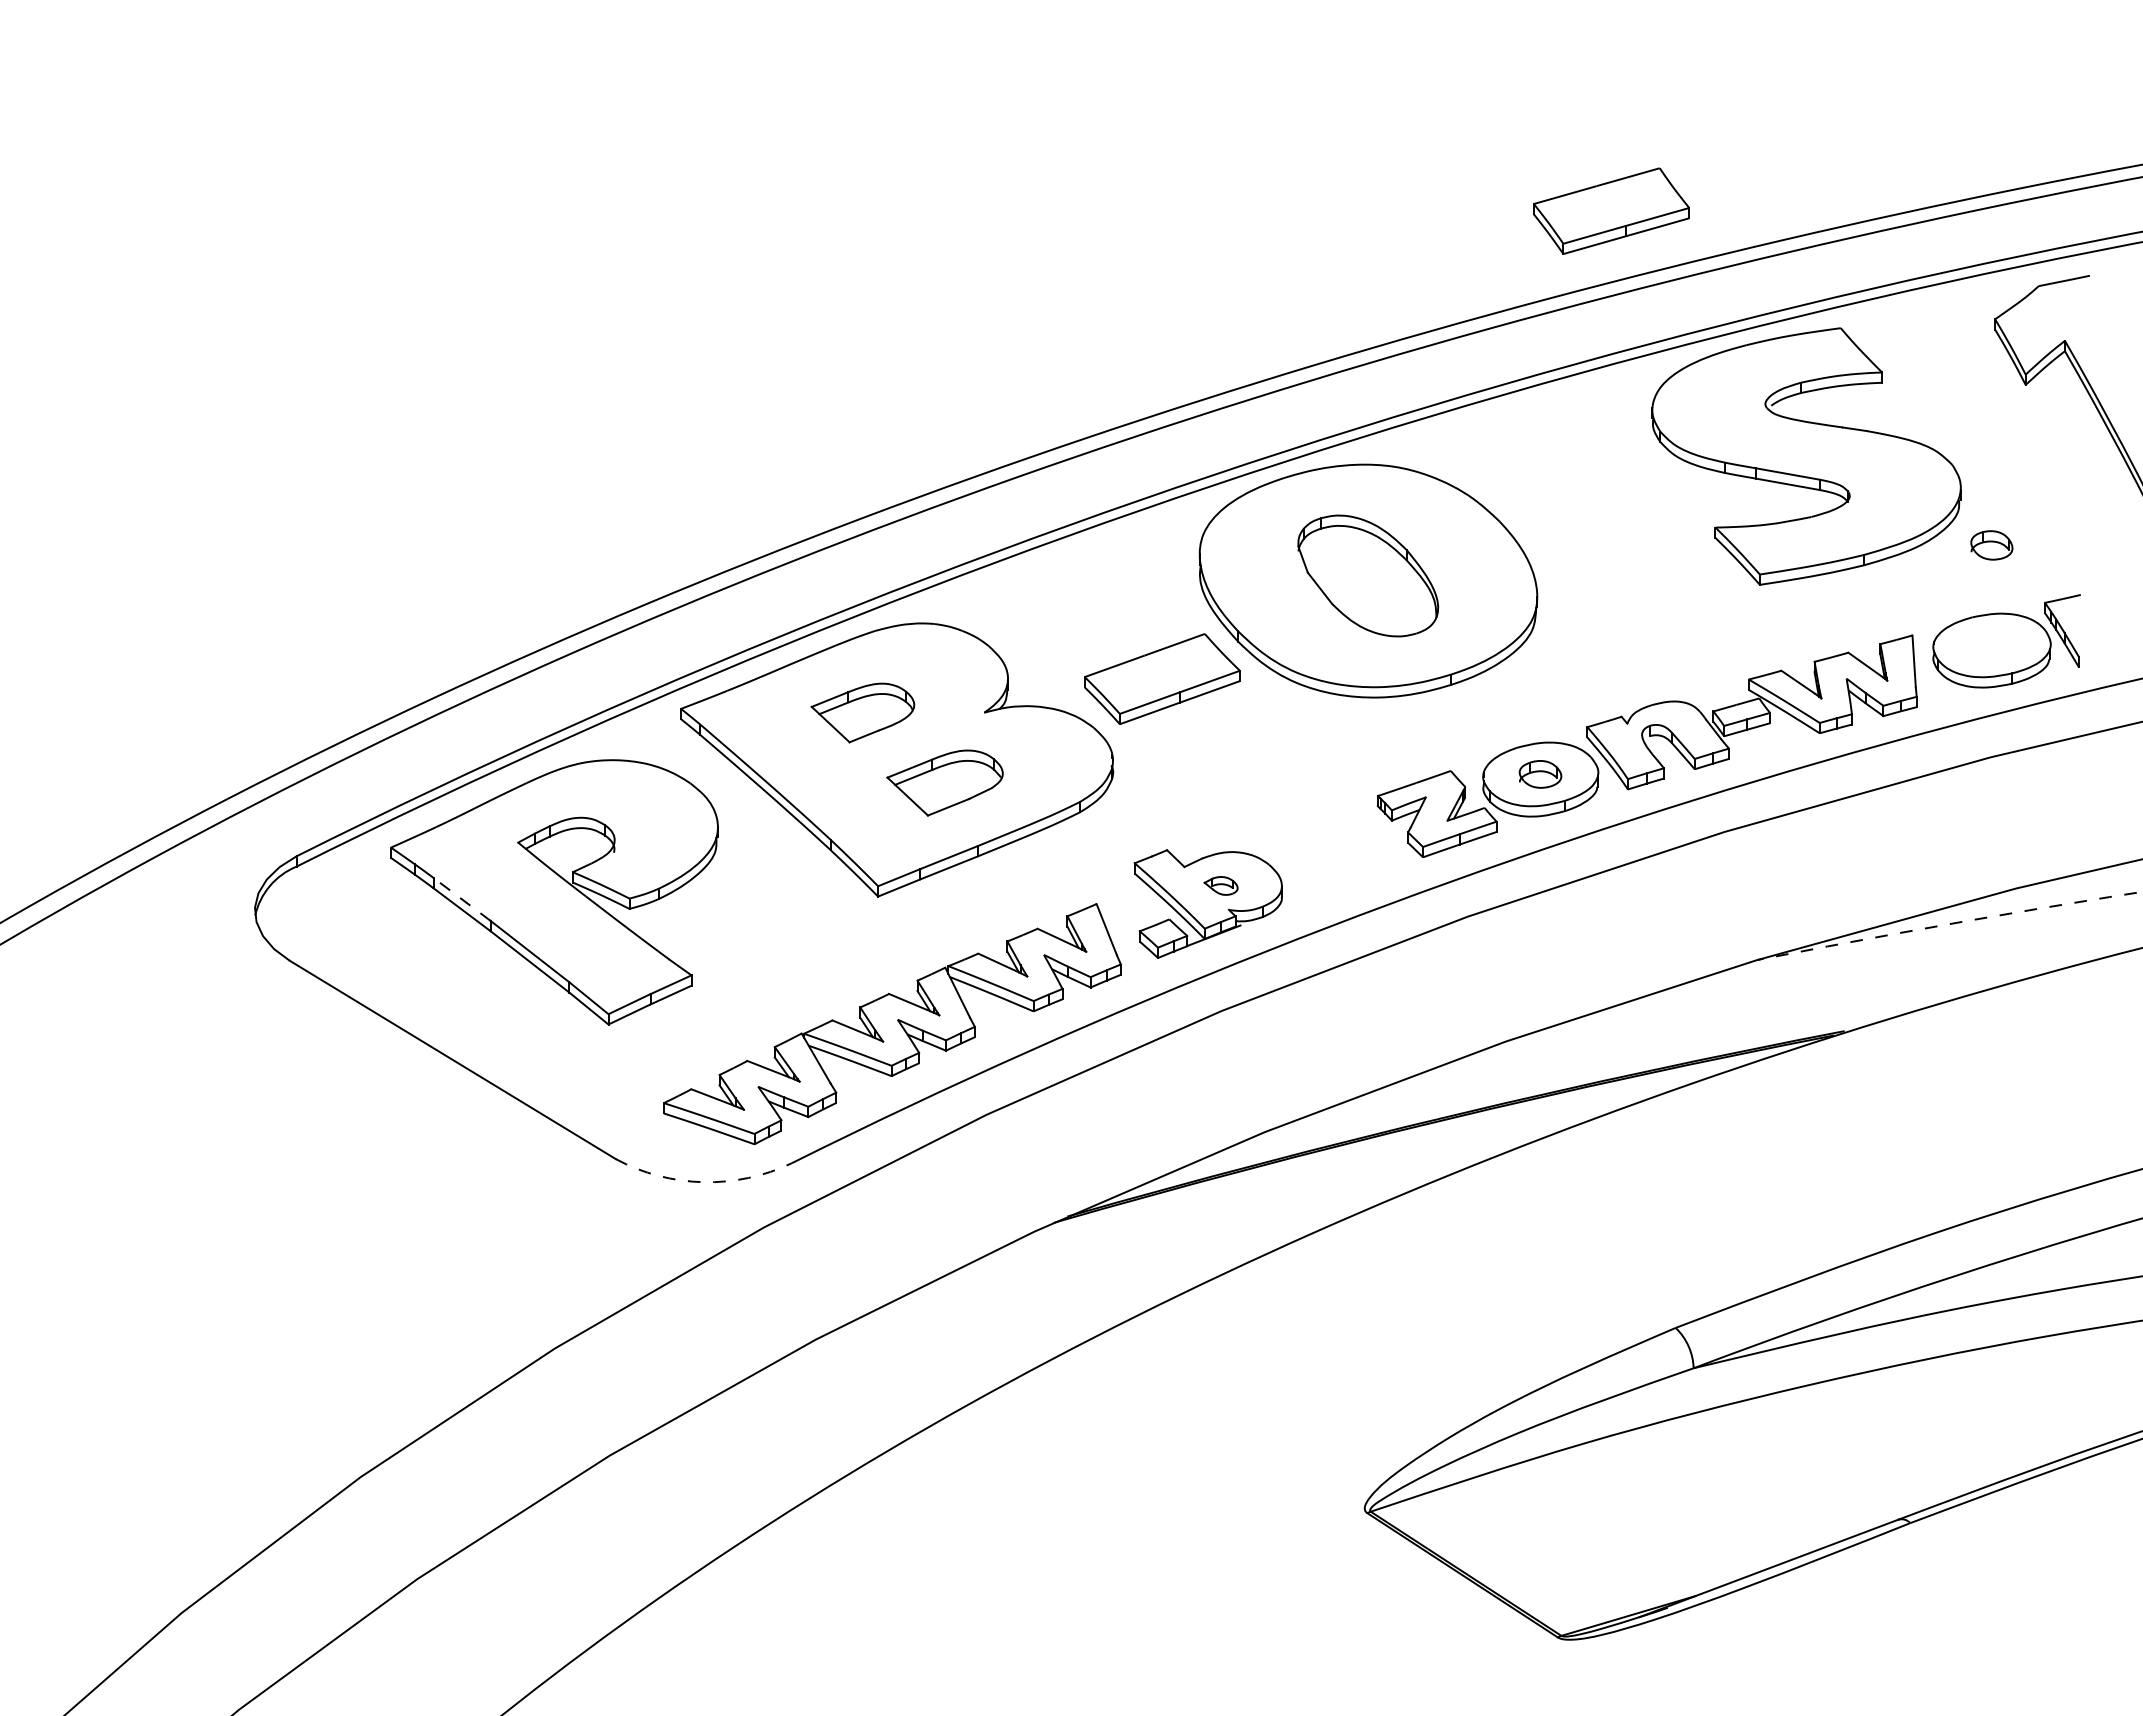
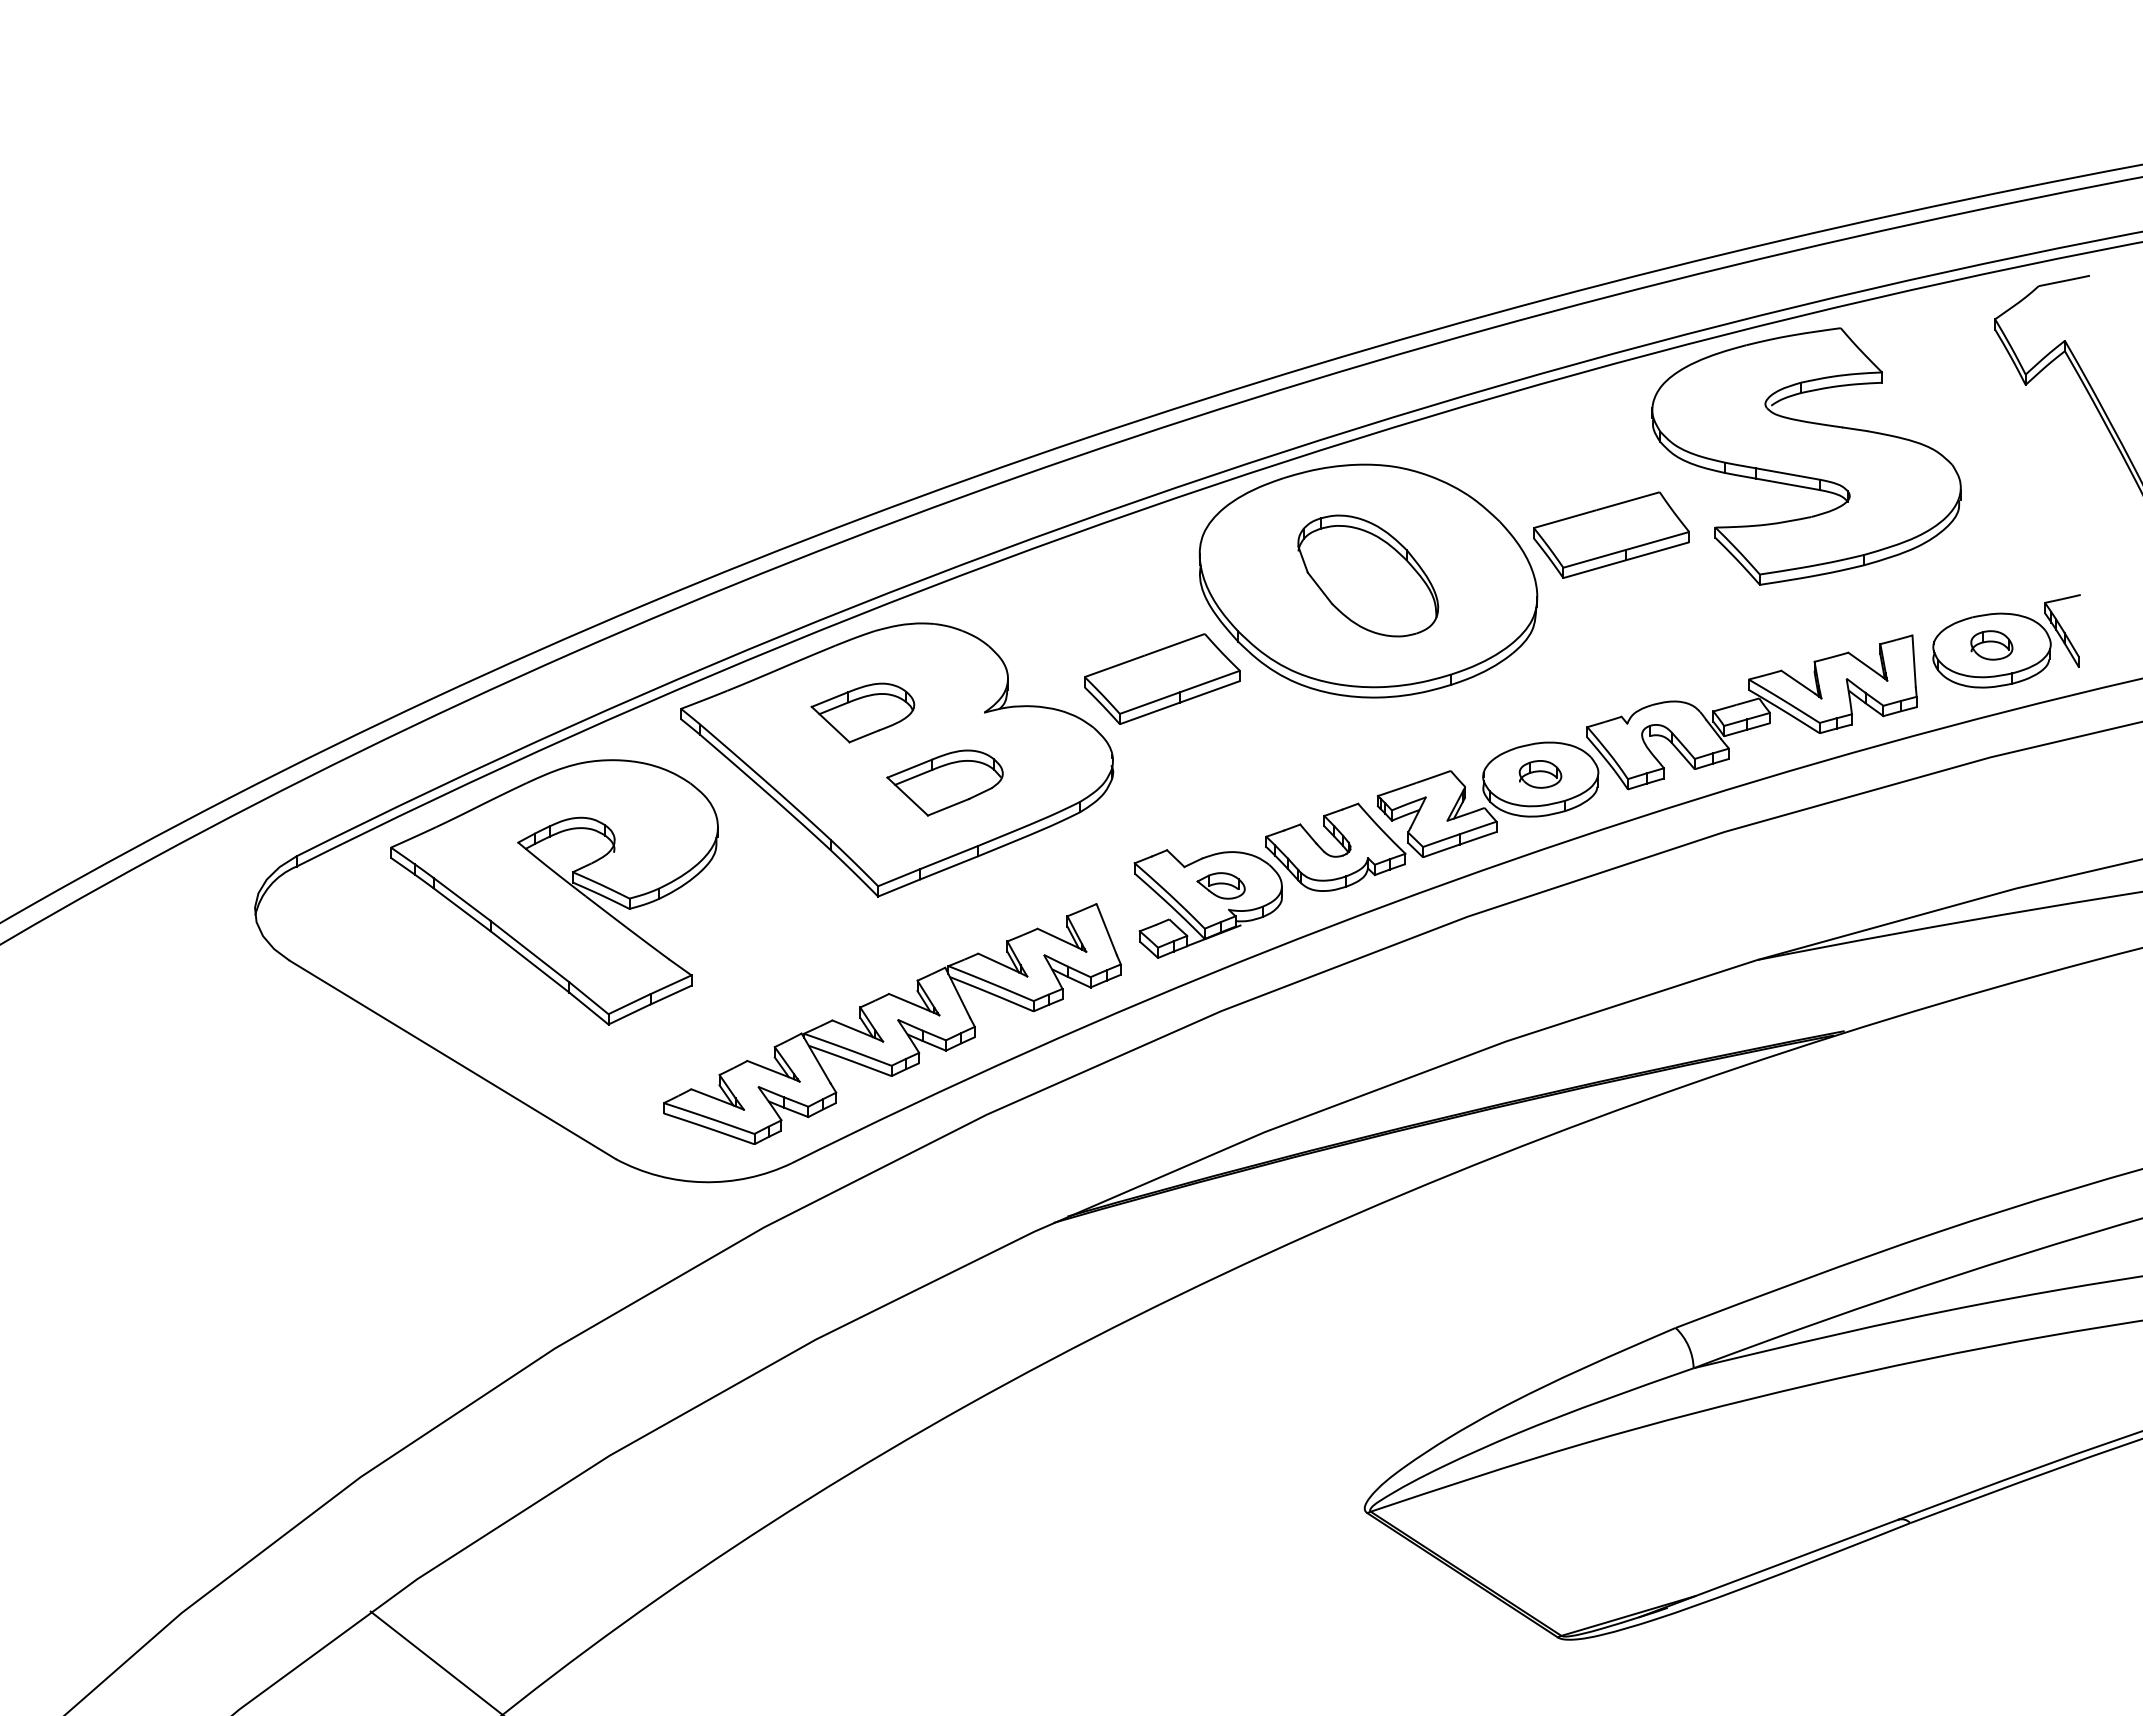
part at (1611, 210) position: (1611, 210) -> (1611, 534)
part at (1991, 545) position: (1991, 545) -> (1991, 645)
part at (1335, 846): none -> present
part at (1220, 885) size: 36x20 px -> 50x28 px
line at (462, 899): dashed -> solid
arc at (1949, 924): dashed -> solid
arc at (703, 1182): dashed -> solid
line at (435, 1661): none -> present
